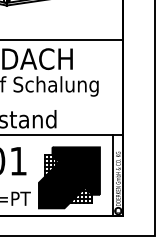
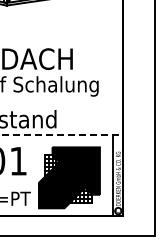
line at (62, 39): present -> none
line at (62, 134): solid -> dashed
